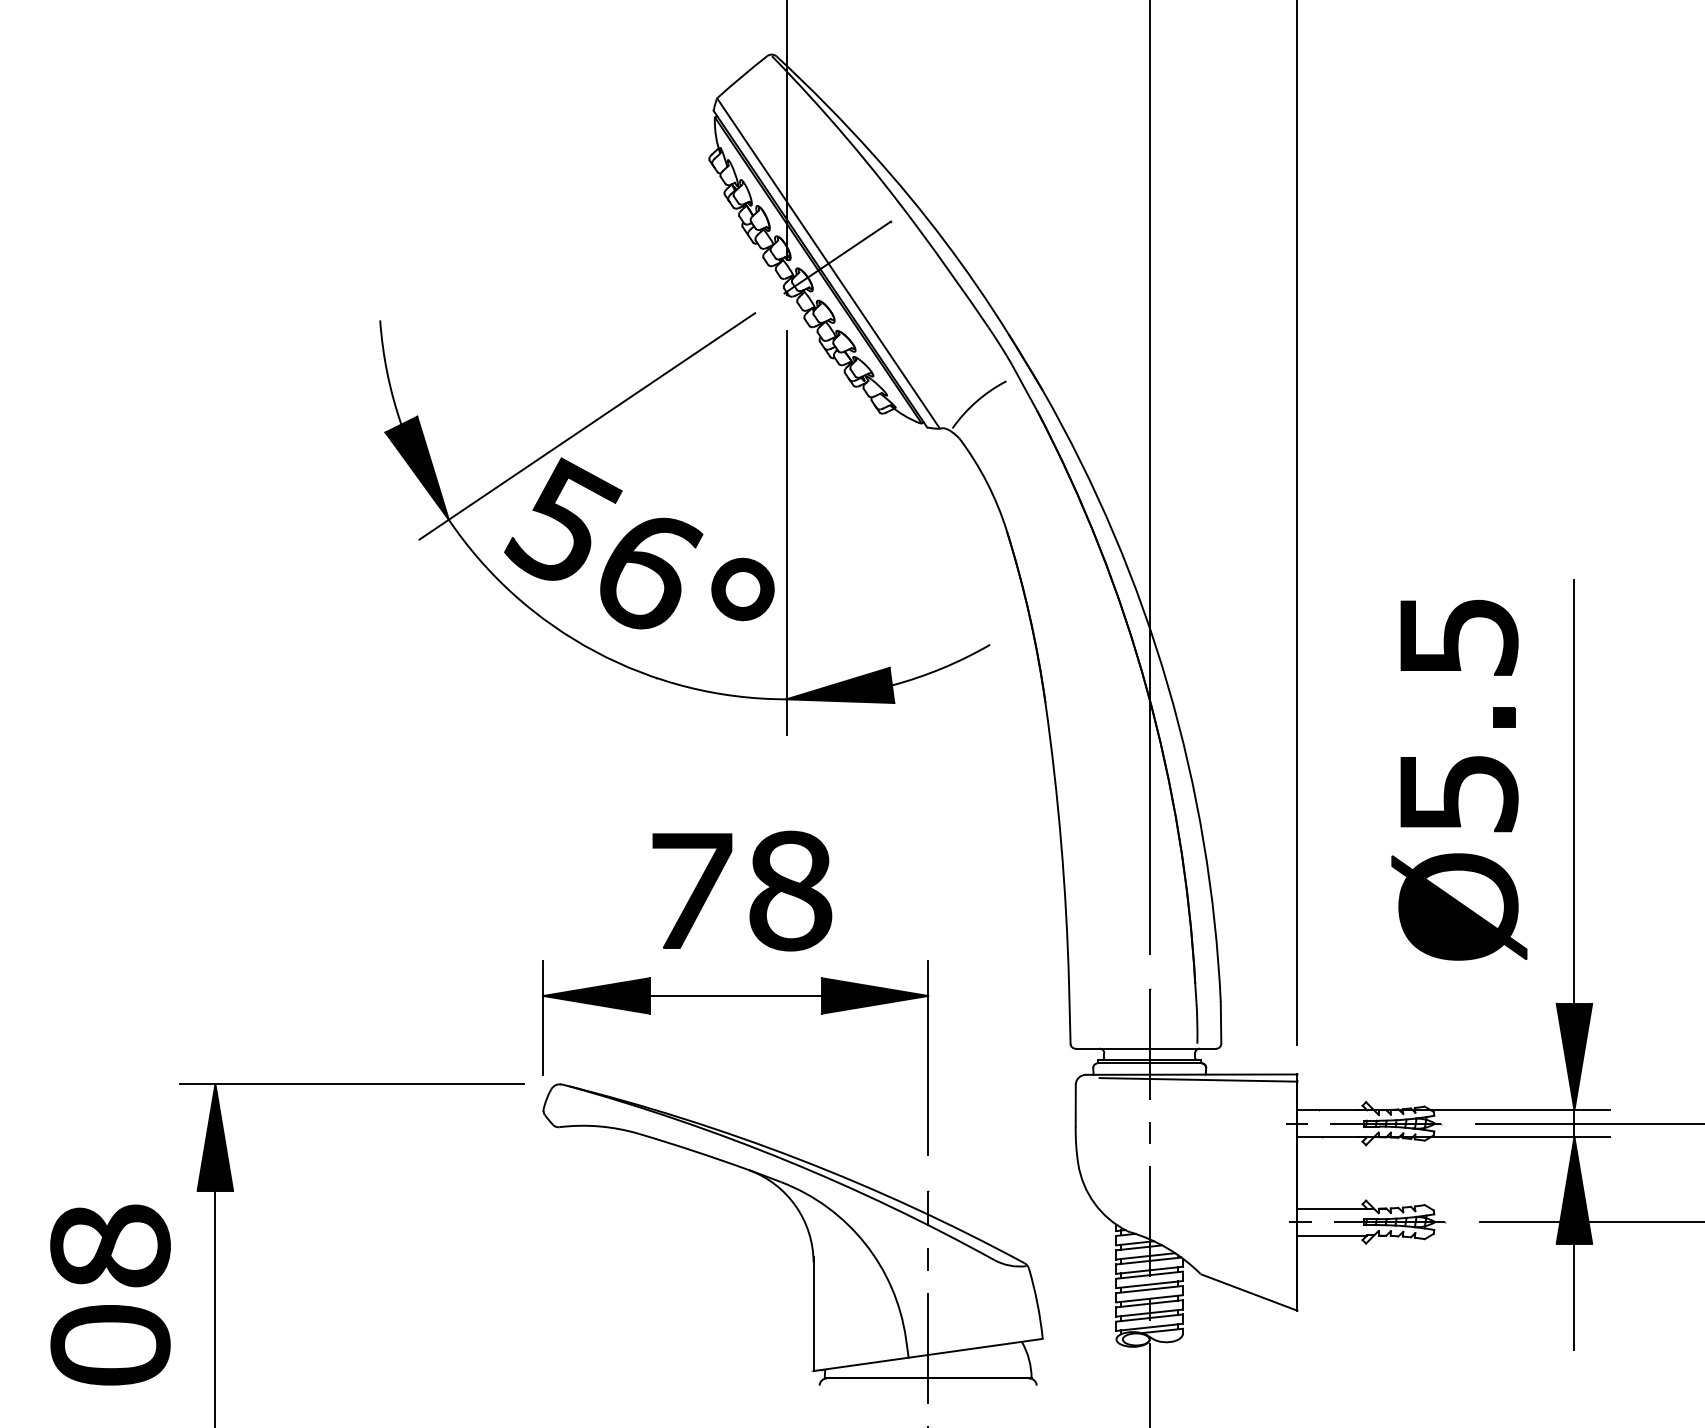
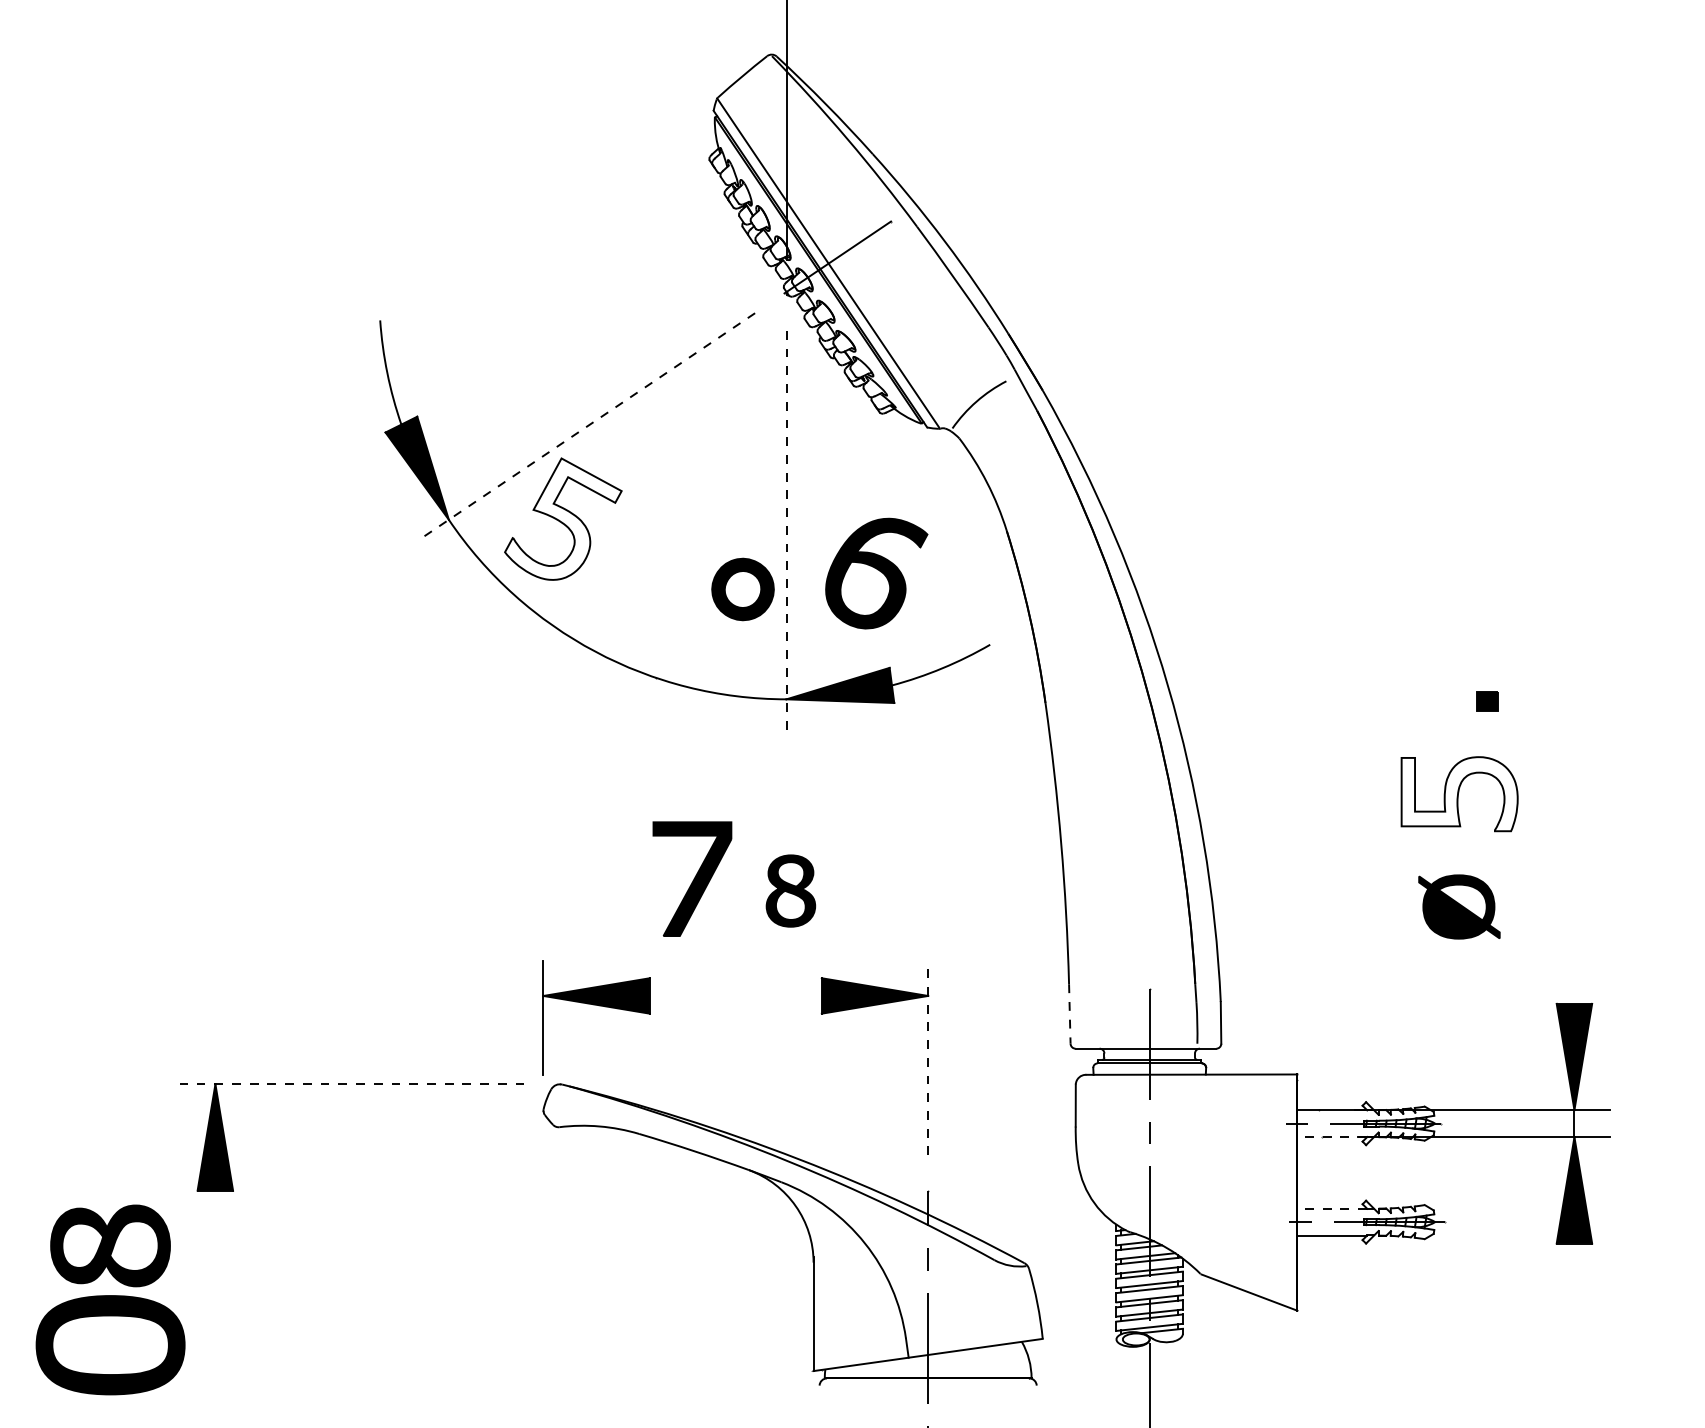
line at (586, 426): solid -> dashed
line at (1149, 477): present -> none
fill at (563, 518): present -> none
line at (1297, 523): present -> none
line at (786, 532): solid -> dashed
part at (651, 573) position: (651, 573) -> (876, 573)
part at (1459, 637): present -> none
part at (1504, 717) position: (1504, 717) -> (1487, 701)
line at (1574, 791): present -> none
fill at (1459, 794): present -> none
part at (692, 890) position: (692, 890) -> (692, 878)
part at (790, 890) size: 84x122 px -> 52x74 px
part at (1459, 906) size: 137x108 px -> 83x66 px
line at (735, 995): present -> none
line at (1069, 1013): solid -> dashed
line at (928, 1057): solid -> dashed
line at (1198, 1079): present -> none
line at (351, 1084): solid -> dashed
line at (1588, 1123): present -> none
line at (1332, 1137): solid -> dashed
line at (1332, 1208): solid -> dashed
line at (1590, 1222): present -> none
line at (1574, 1296): present -> none
line at (215, 1307): present -> none
part at (110, 1345) size: 121x81 px -> 151x101 px
